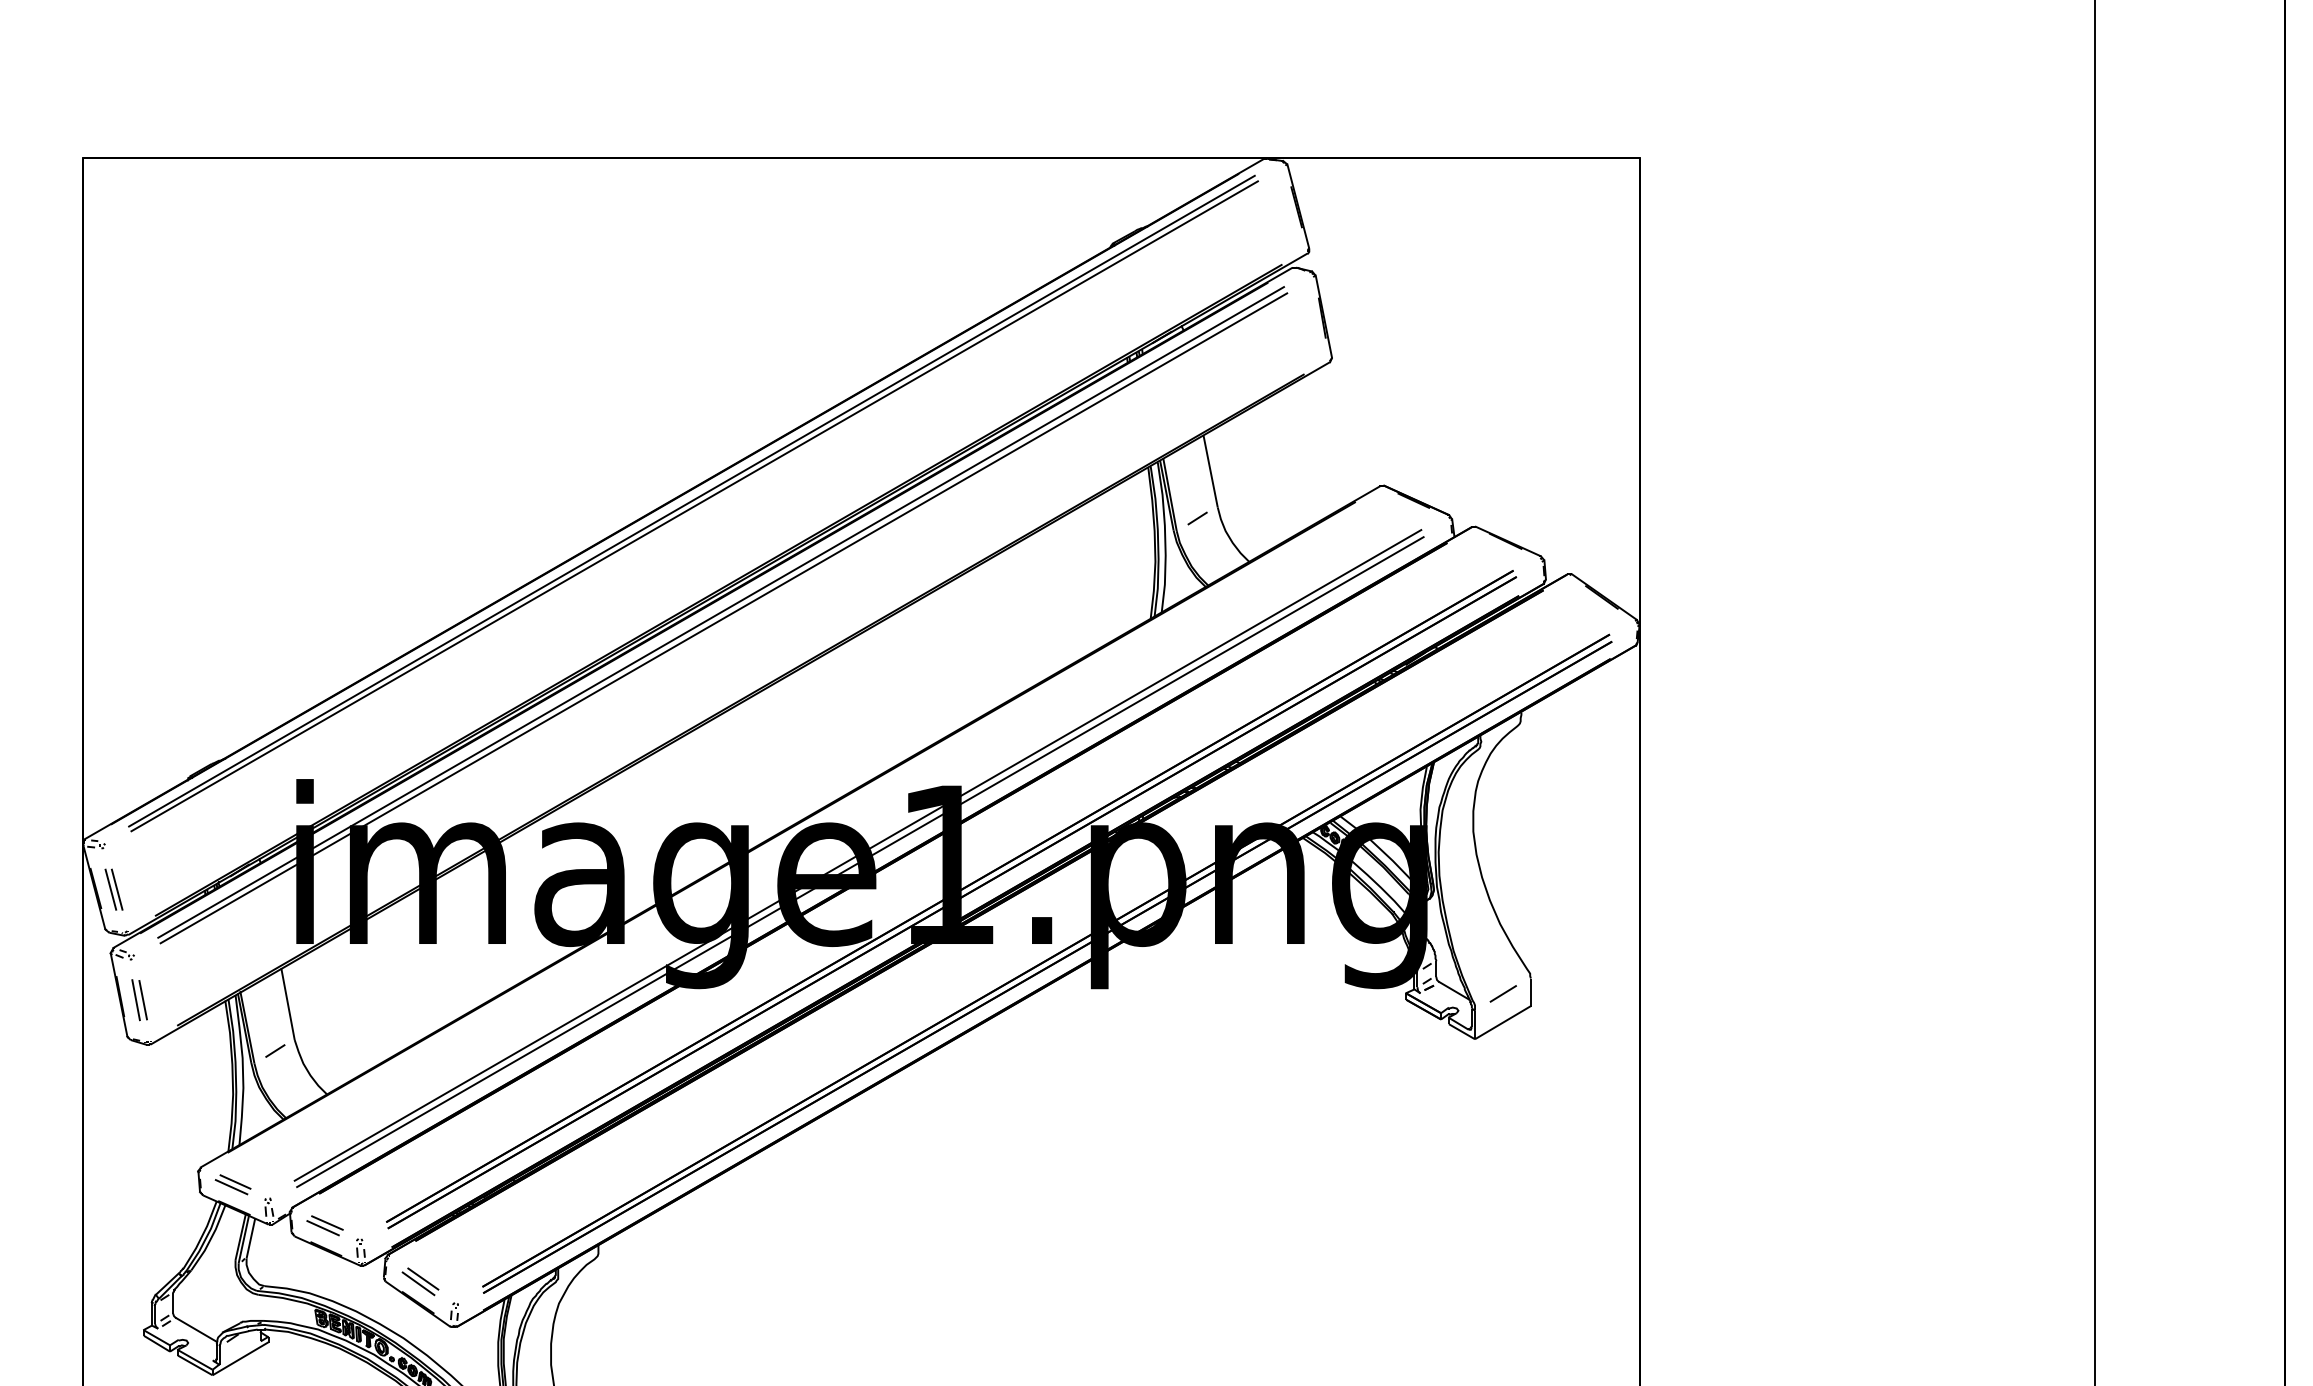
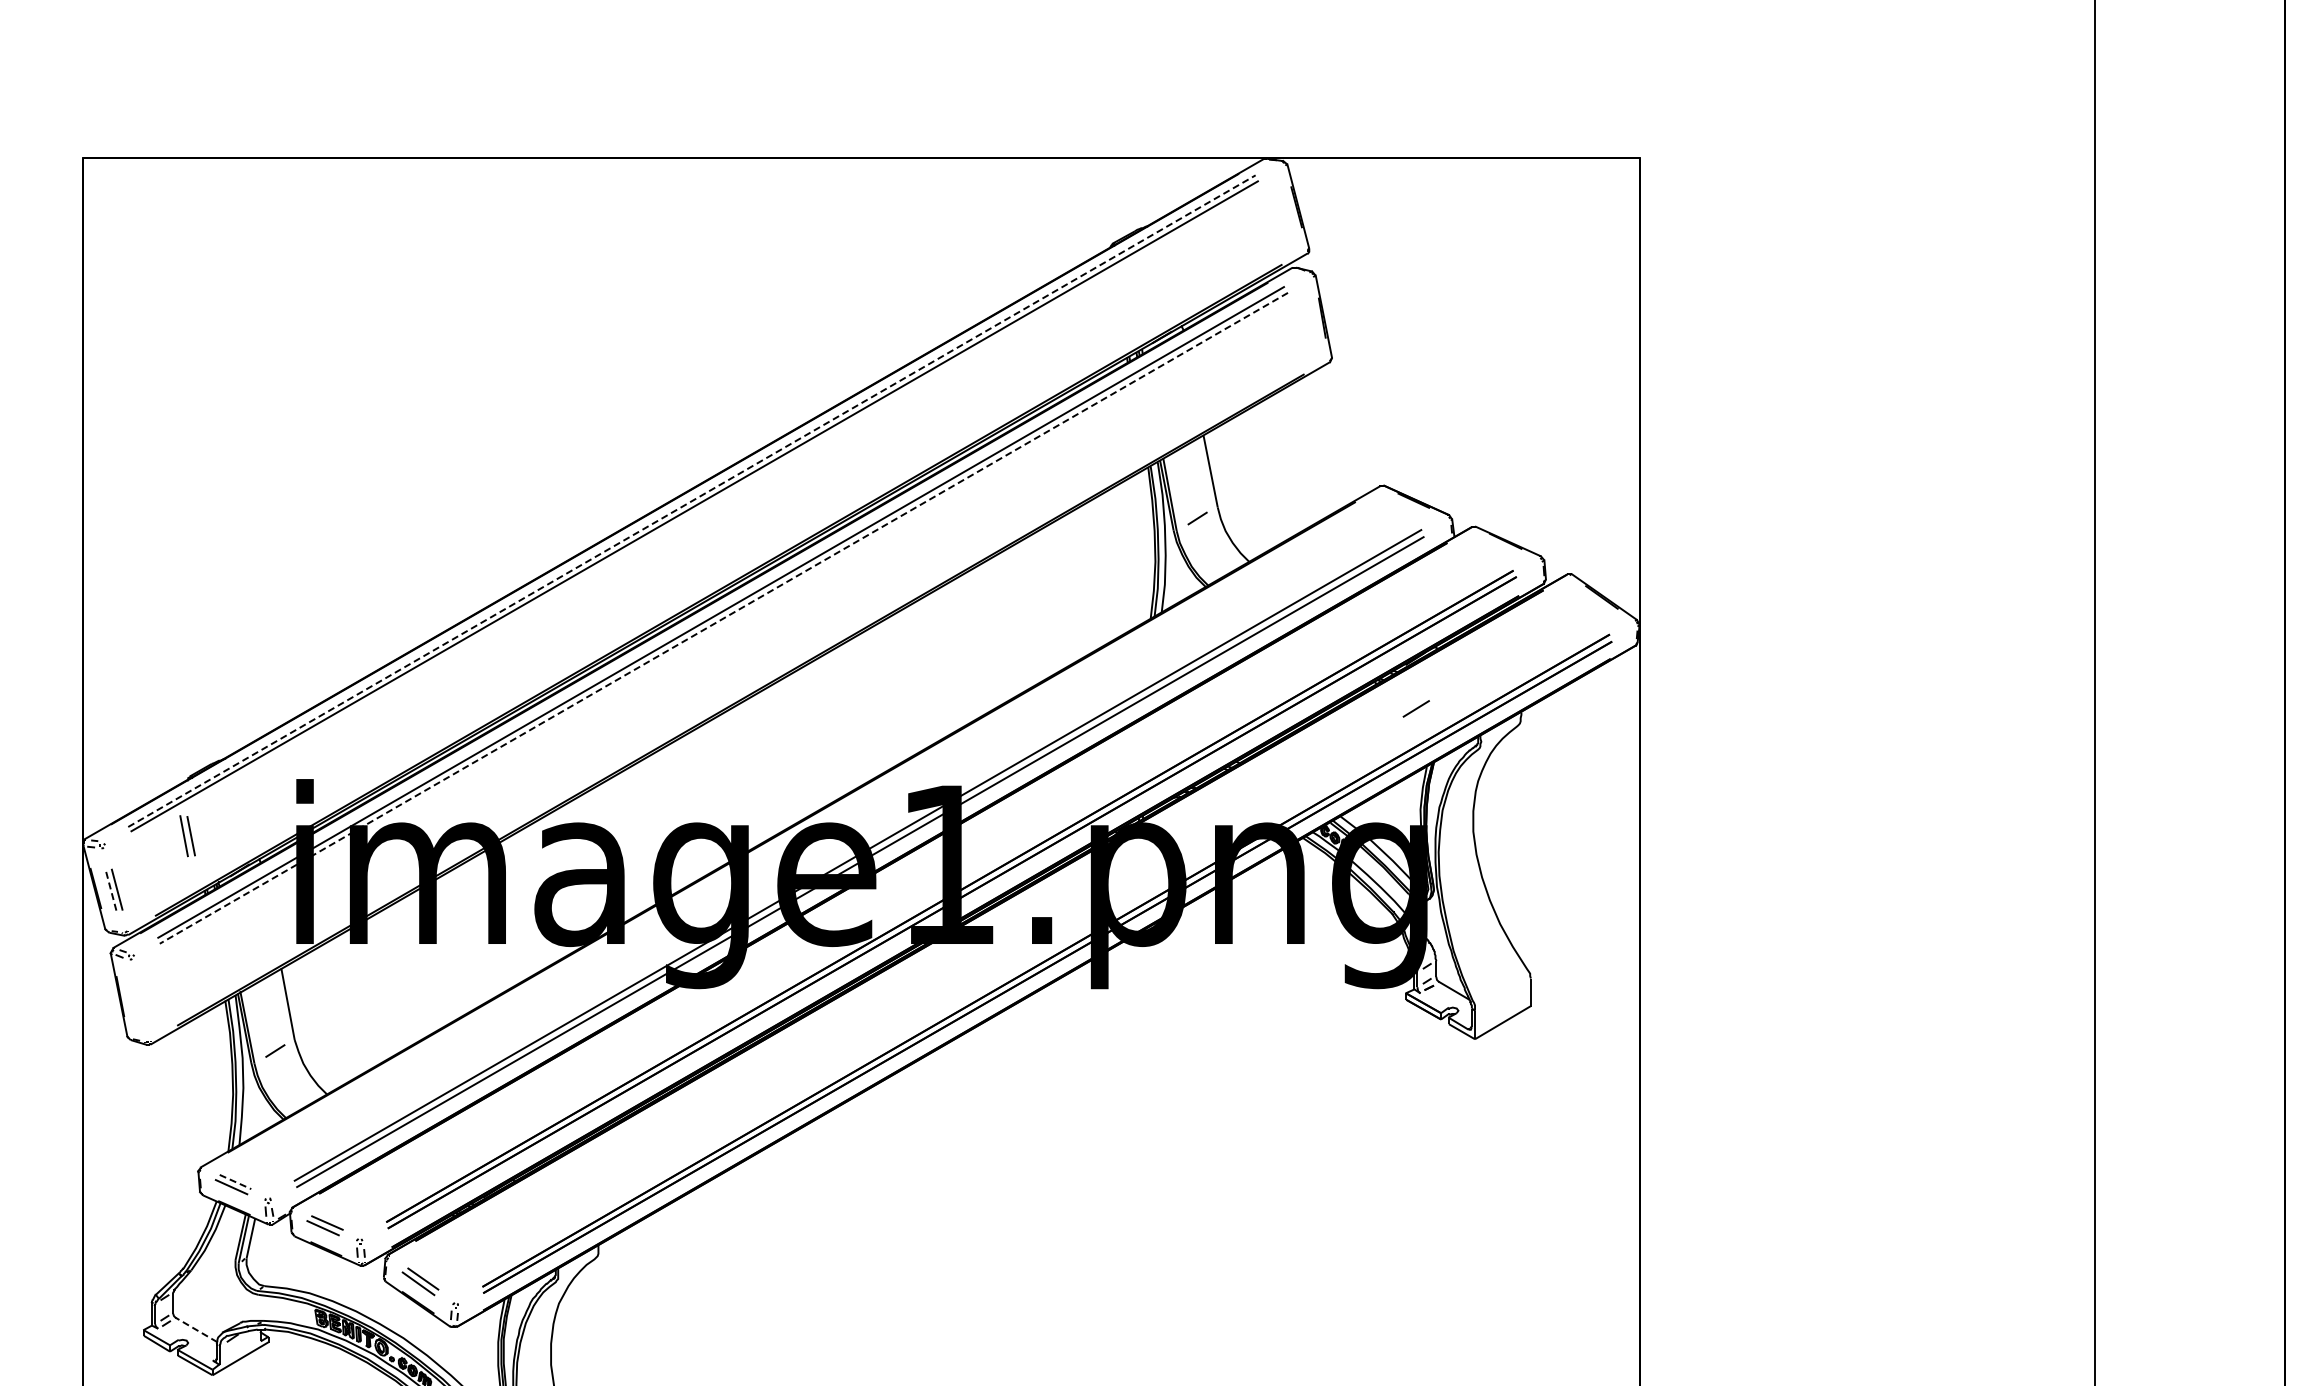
line at (692, 500): solid -> dashed
line at (723, 618): solid -> dashed
line at (110, 889): solid -> dashed
line at (1502, 993) position: (1502, 993) -> (1415, 708)
part at (139, 1000) position: (139, 1000) -> (187, 836)
line at (235, 1182): solid -> dashed
line at (196, 1329): solid -> dashed
